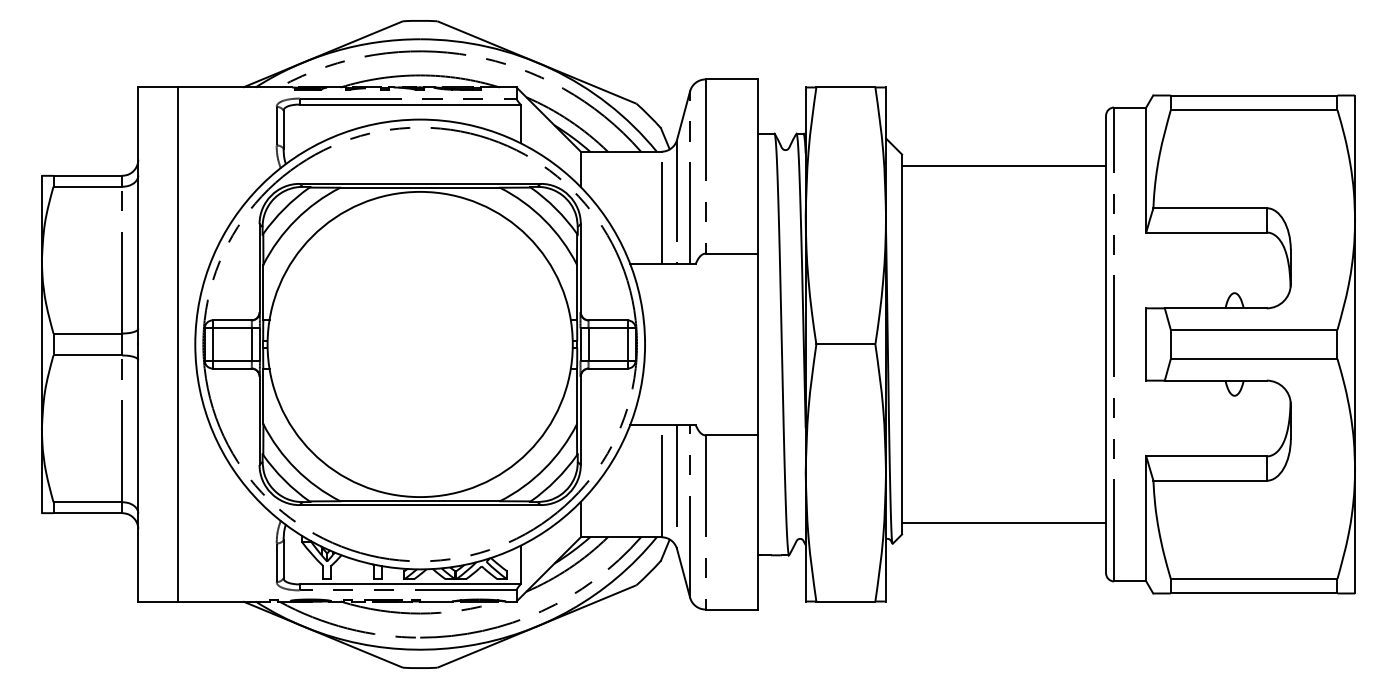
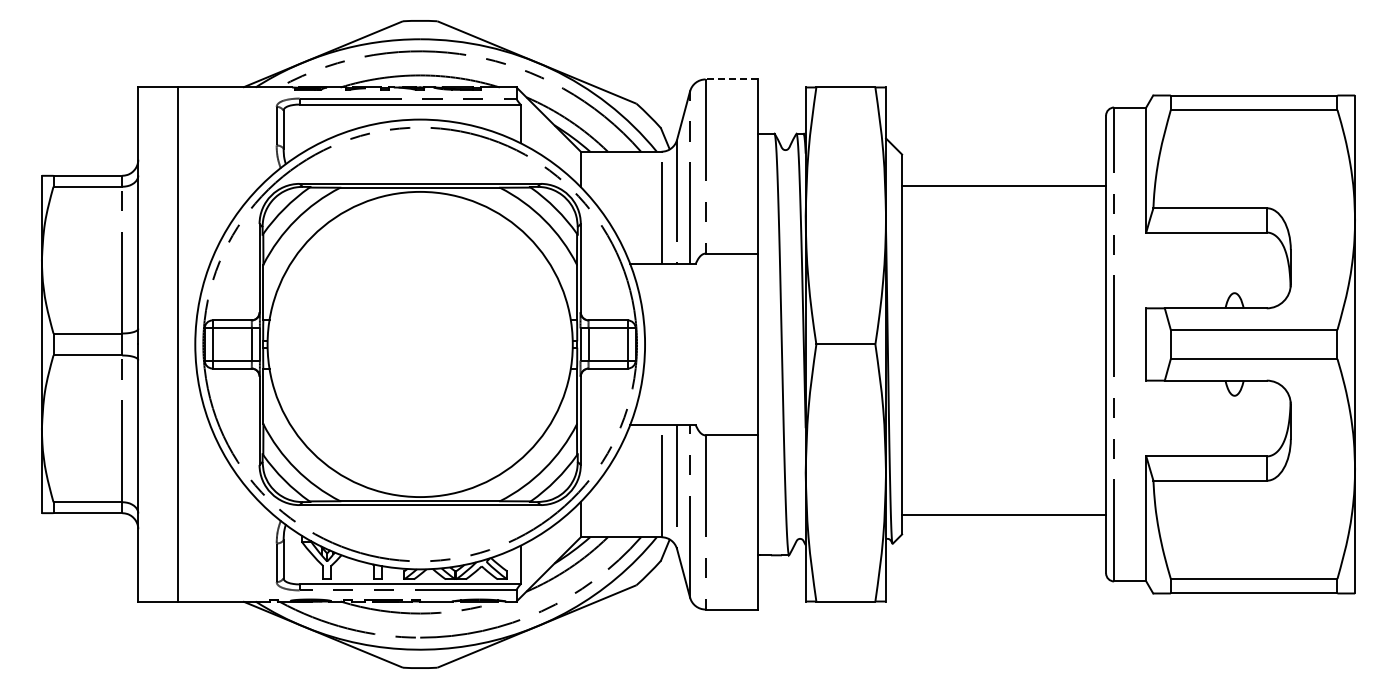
line at (731, 79): solid -> dashed
line at (1004, 166) position: (1004, 166) -> (1004, 186)
line at (1004, 522) position: (1004, 522) -> (1004, 514)
